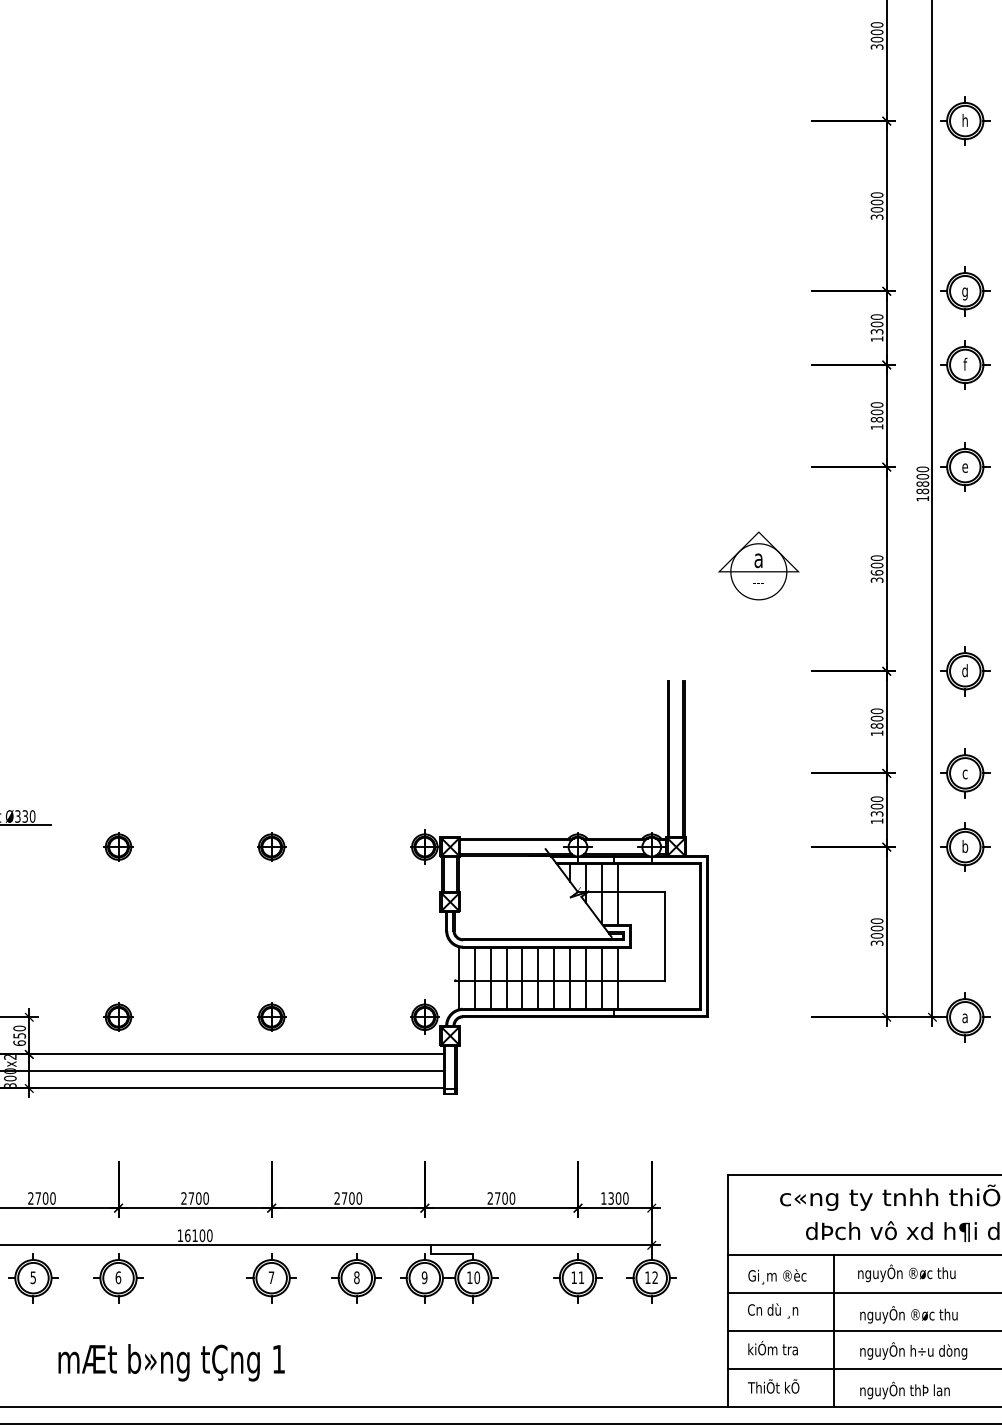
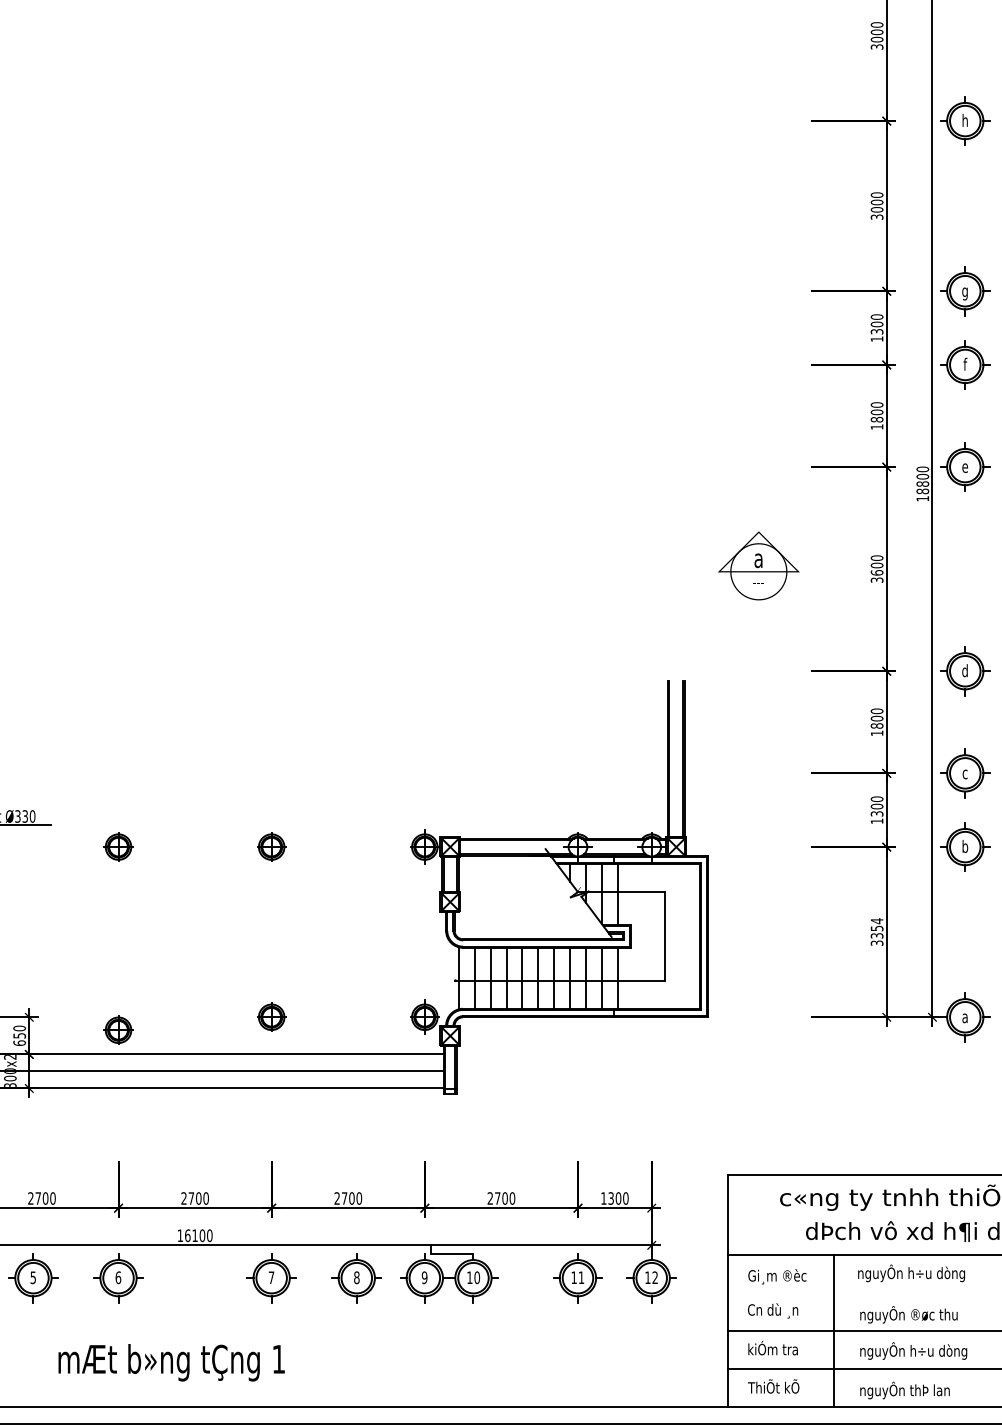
text at (876, 928): 3000 -> 3354
part at (118, 1016) position: (118, 1016) -> (118, 1029)
text at (936, 1274): nguyÔn ®øc thu -> nguyÔn h÷u dòng
line at (863, 1293): present -> none
